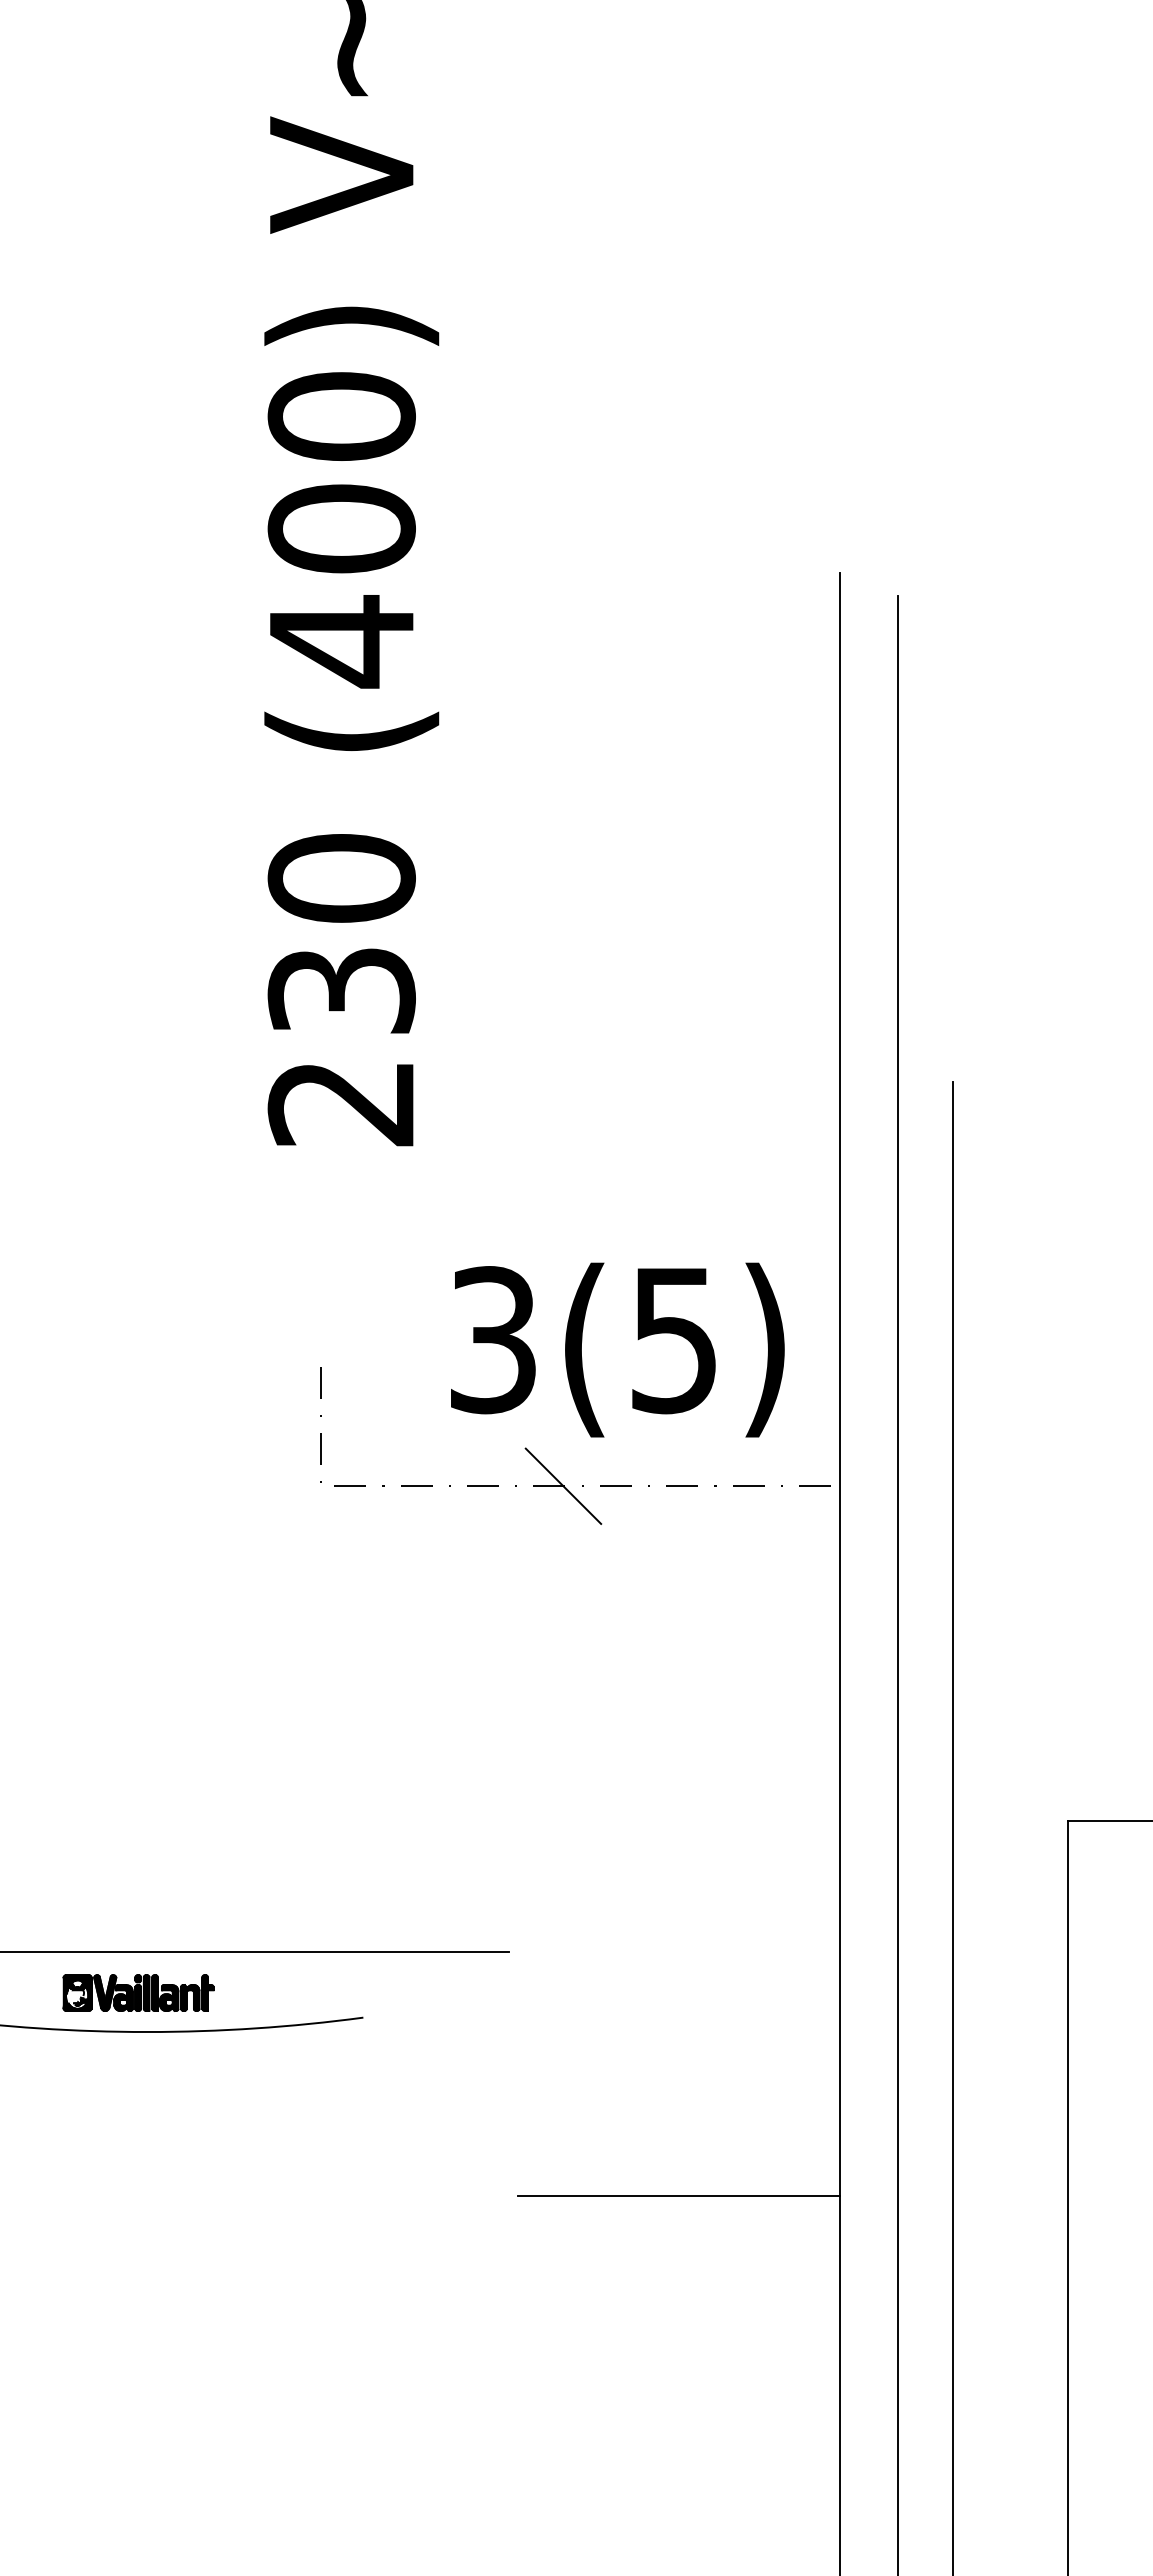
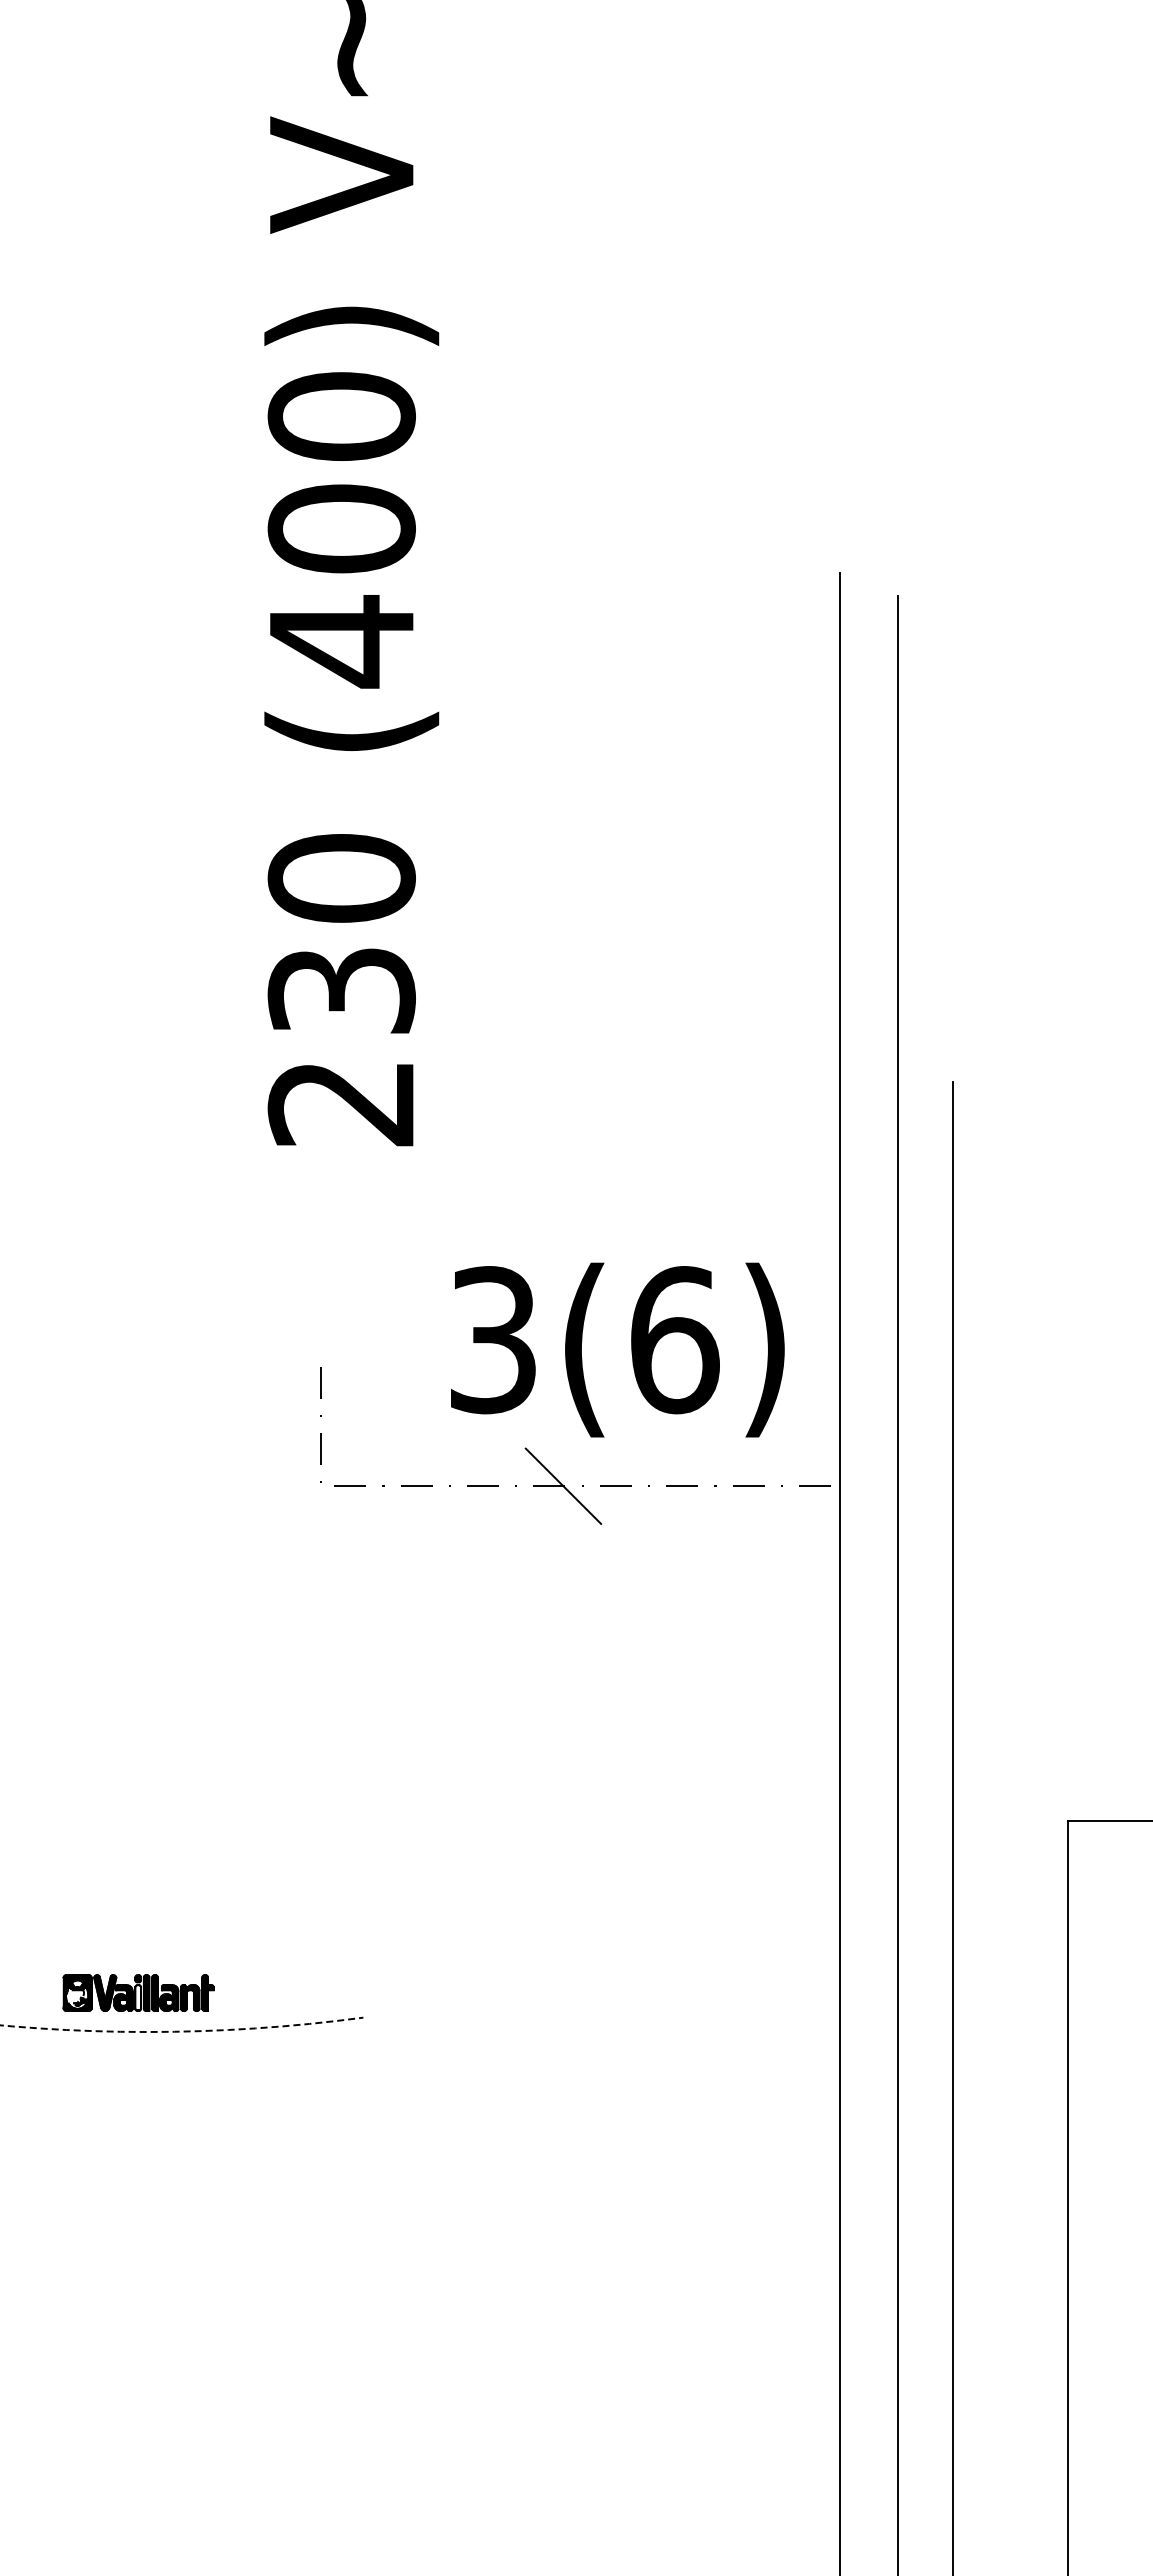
text at (675, 1340): 3(5) -> 3(6)
line at (255, 1951): present -> none
fill at (138, 1997): present -> none
arc at (182, 2031): solid -> dashed
line at (678, 2196): present -> none
